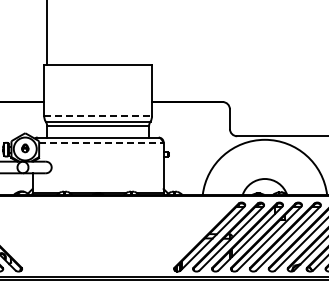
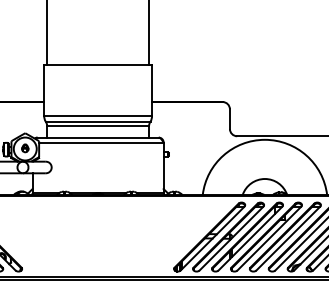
line at (149, 33): none -> present
line at (98, 115): dashed -> solid
line at (101, 142): dashed -> solid
